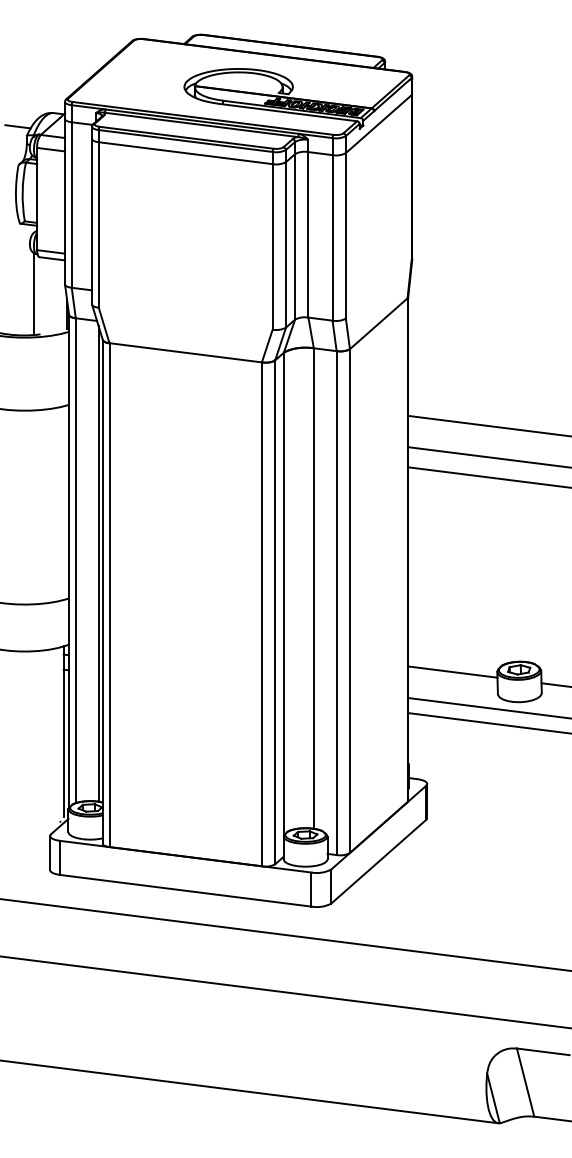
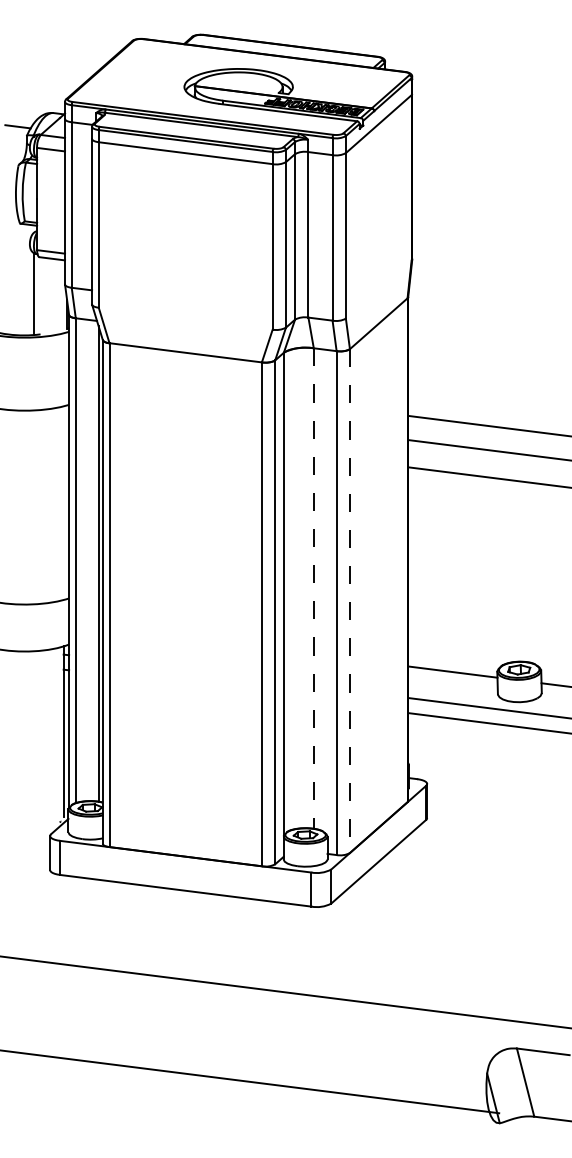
line at (488, 457) position: (488, 457) -> (488, 450)
line at (313, 589): solid -> dashed
line at (349, 601): solid -> dashed
line at (285, 934): present -> none
line at (250, 1091) position: (250, 1091) -> (250, 1081)
